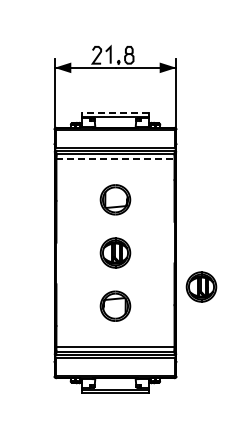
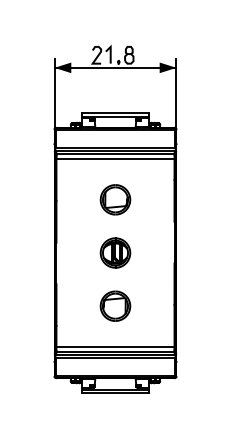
line at (115, 112): dashed -> solid
line at (115, 159): dashed -> solid
part at (201, 286): present -> none
